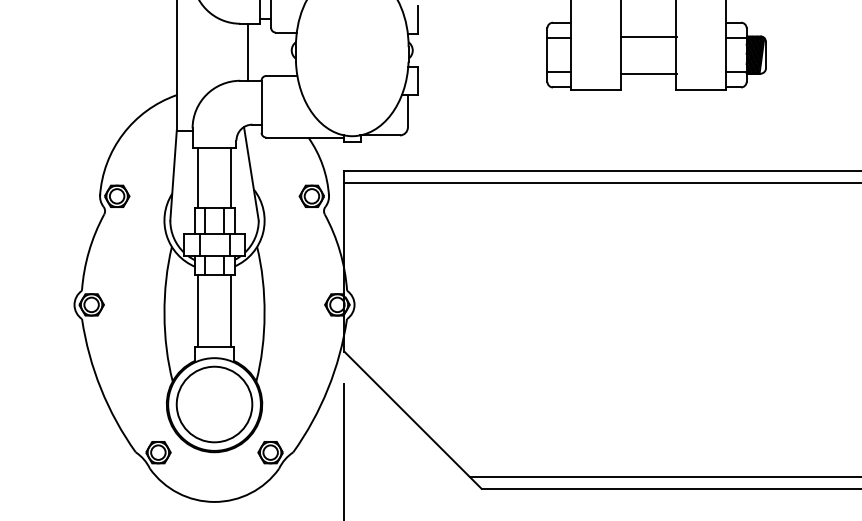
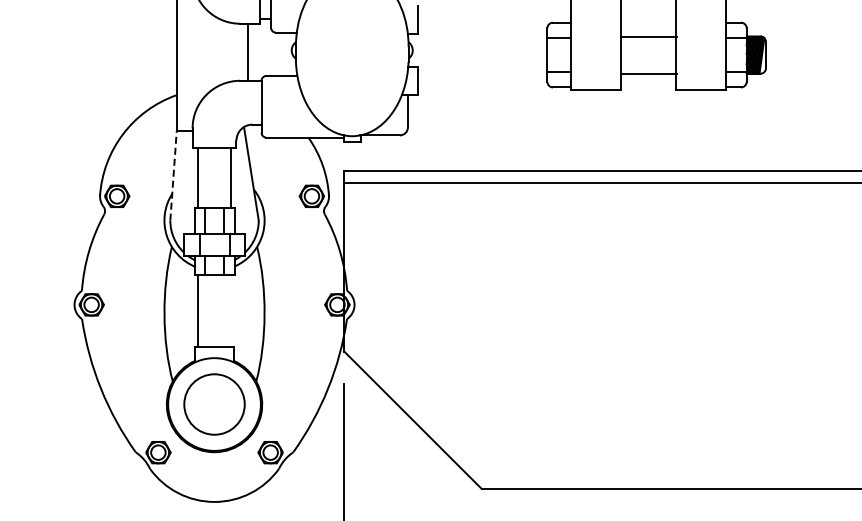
line at (173, 175): solid -> dashed
line at (231, 311): present -> none
circle at (214, 404) diameter: 76 px -> 60 px
line at (663, 476): present -> none
